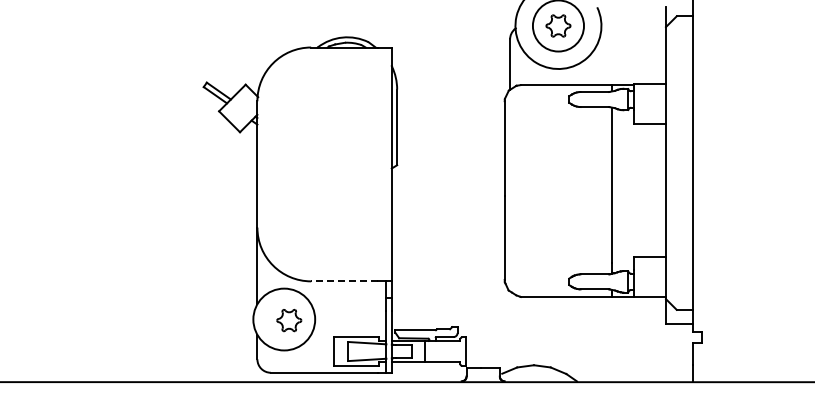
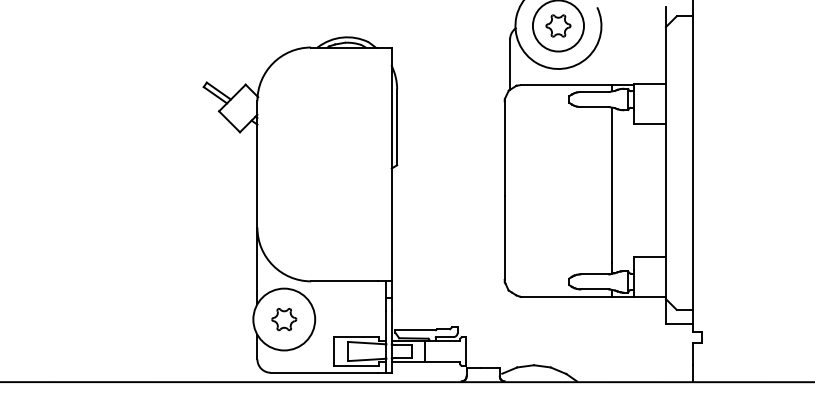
line at (344, 281): dashed -> solid
part at (289, 320) position: (289, 320) -> (284, 319)
